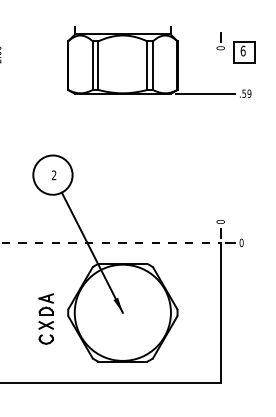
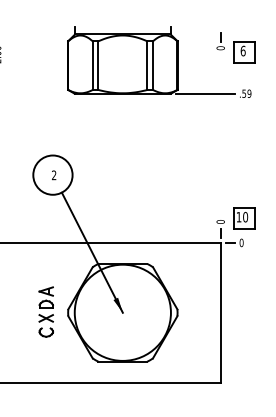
part at (244, 218): none -> present
line at (110, 242): dashed -> solid
part at (45, 318) position: (45, 318) -> (45, 311)
